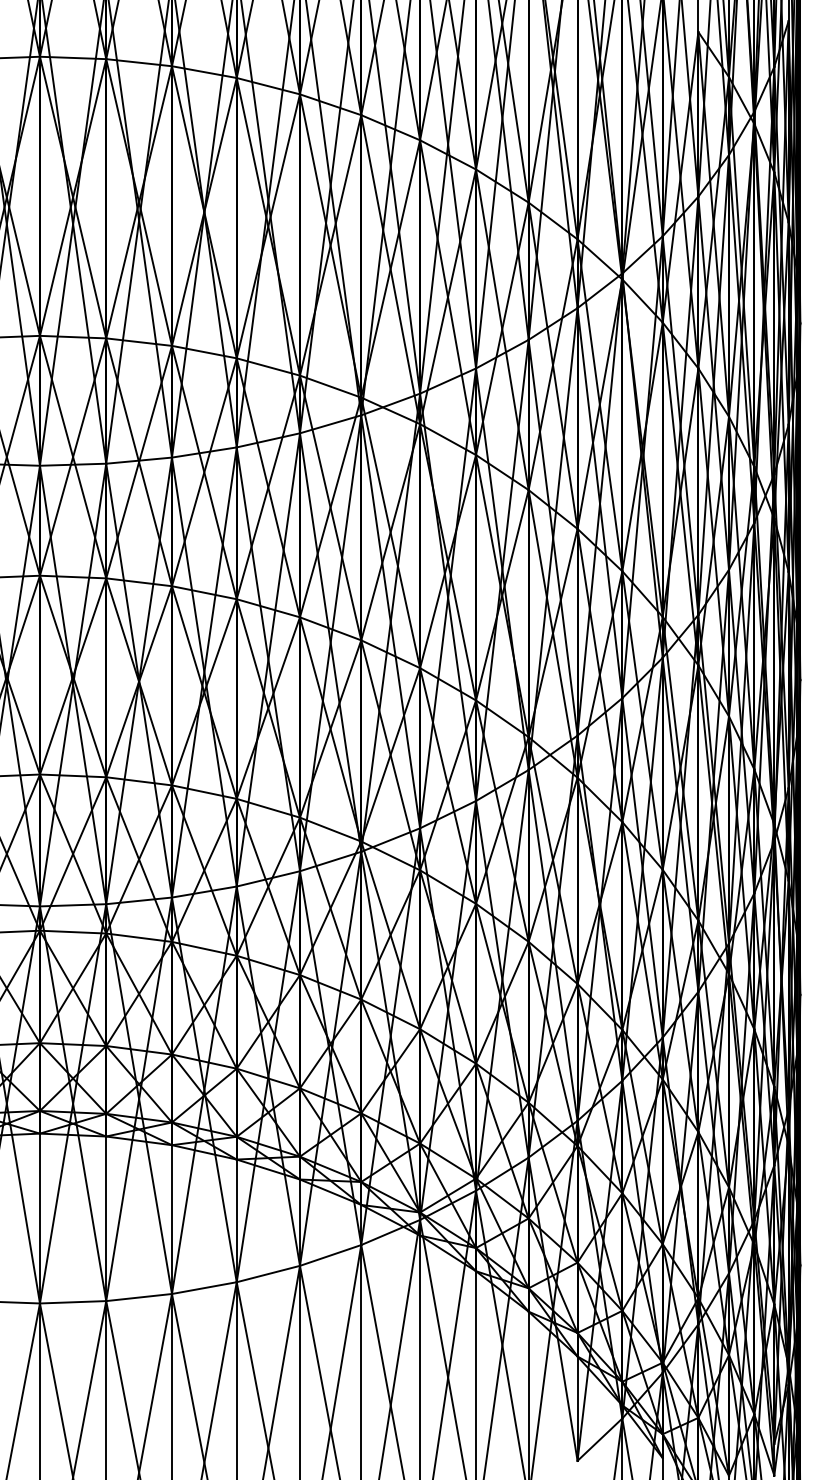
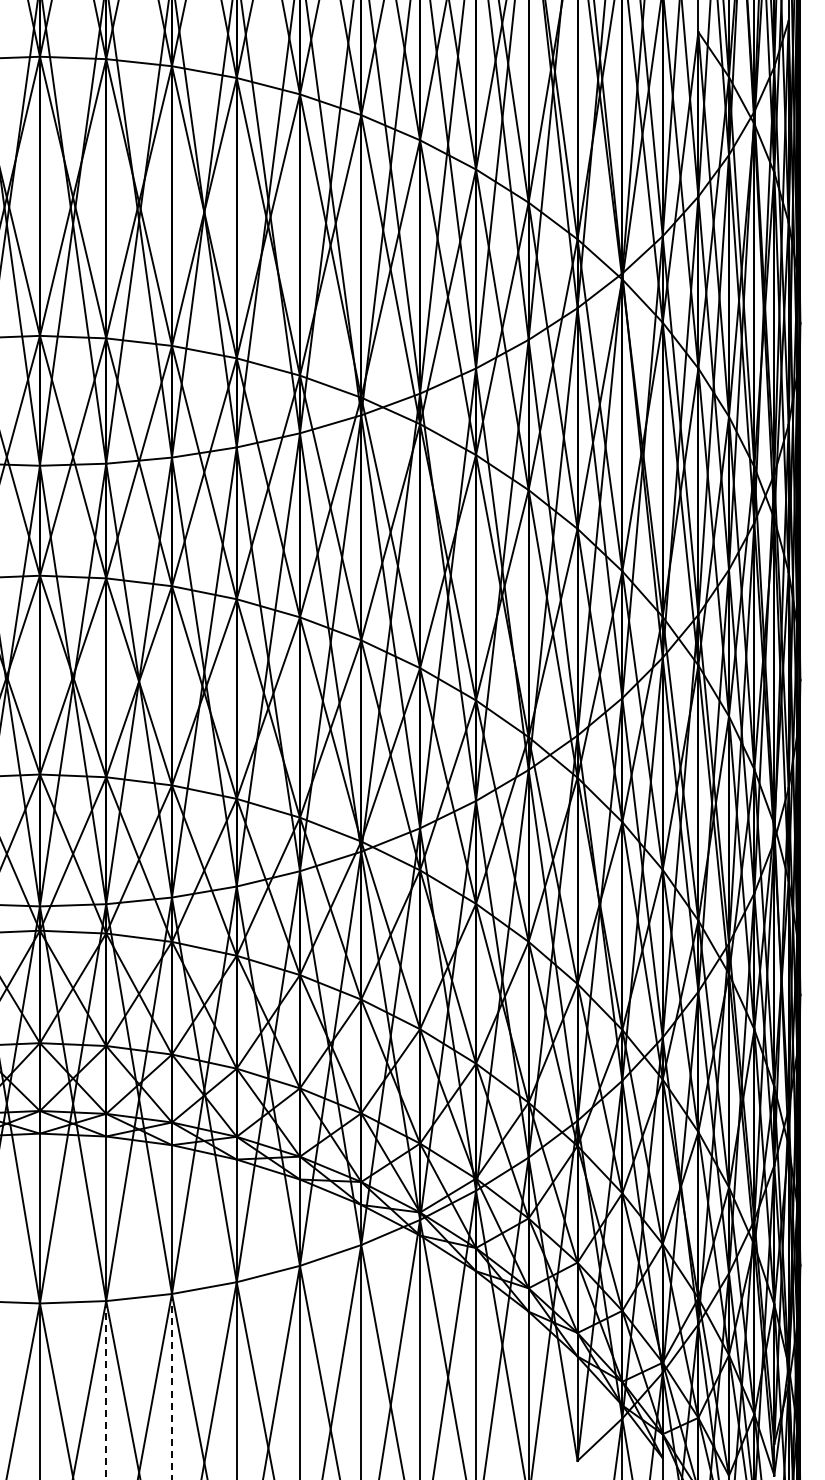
line at (171, 1386): solid -> dashed
line at (106, 1390): solid -> dashed
